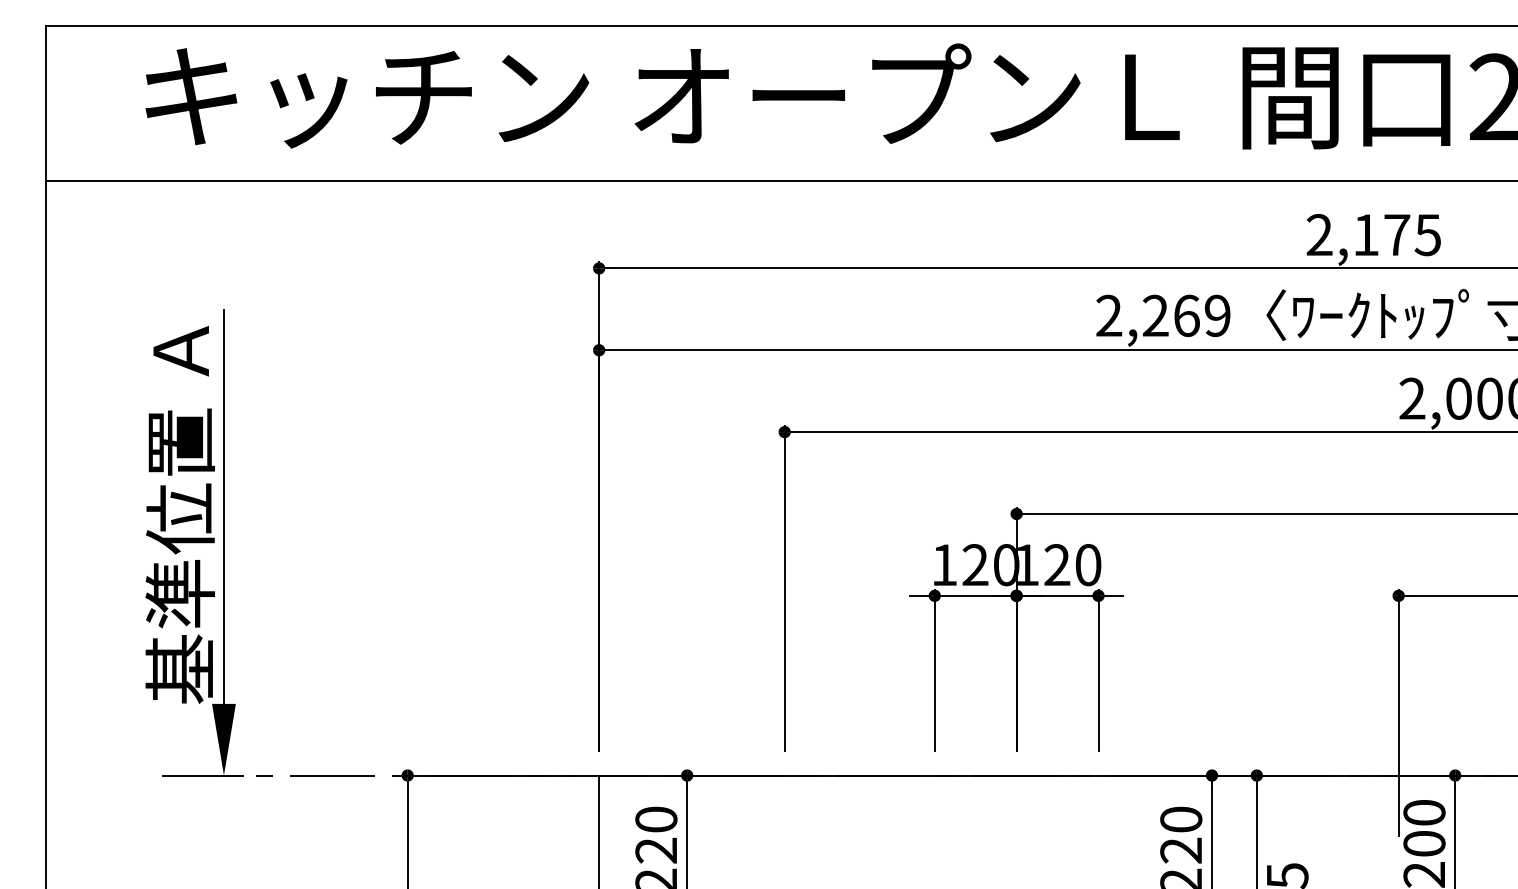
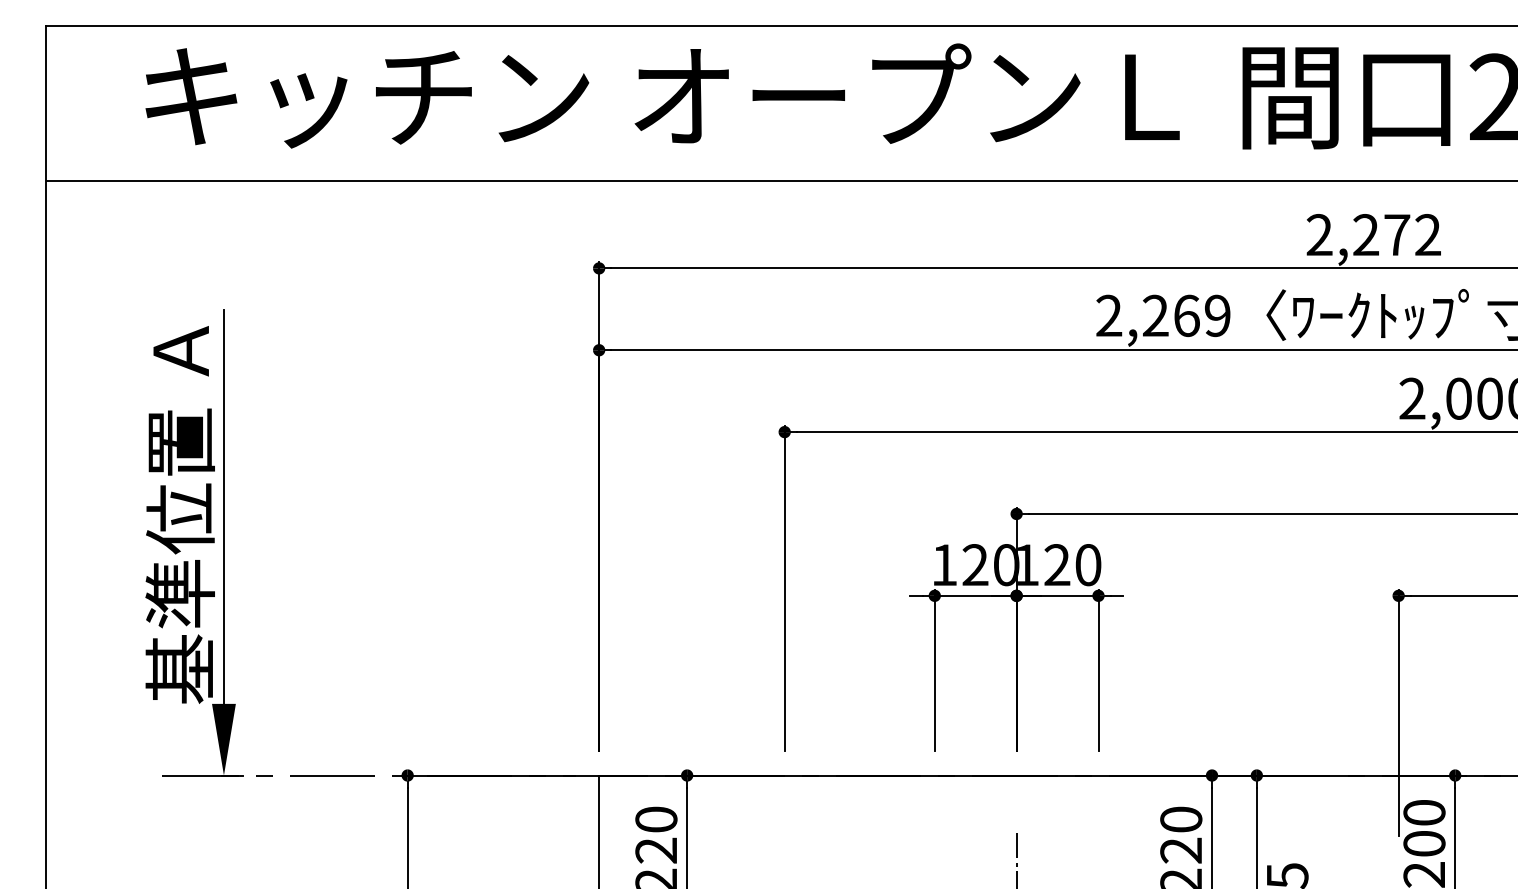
text at (1396, 235): 2,175 -> 2,272
line at (1016, 858): none -> present
